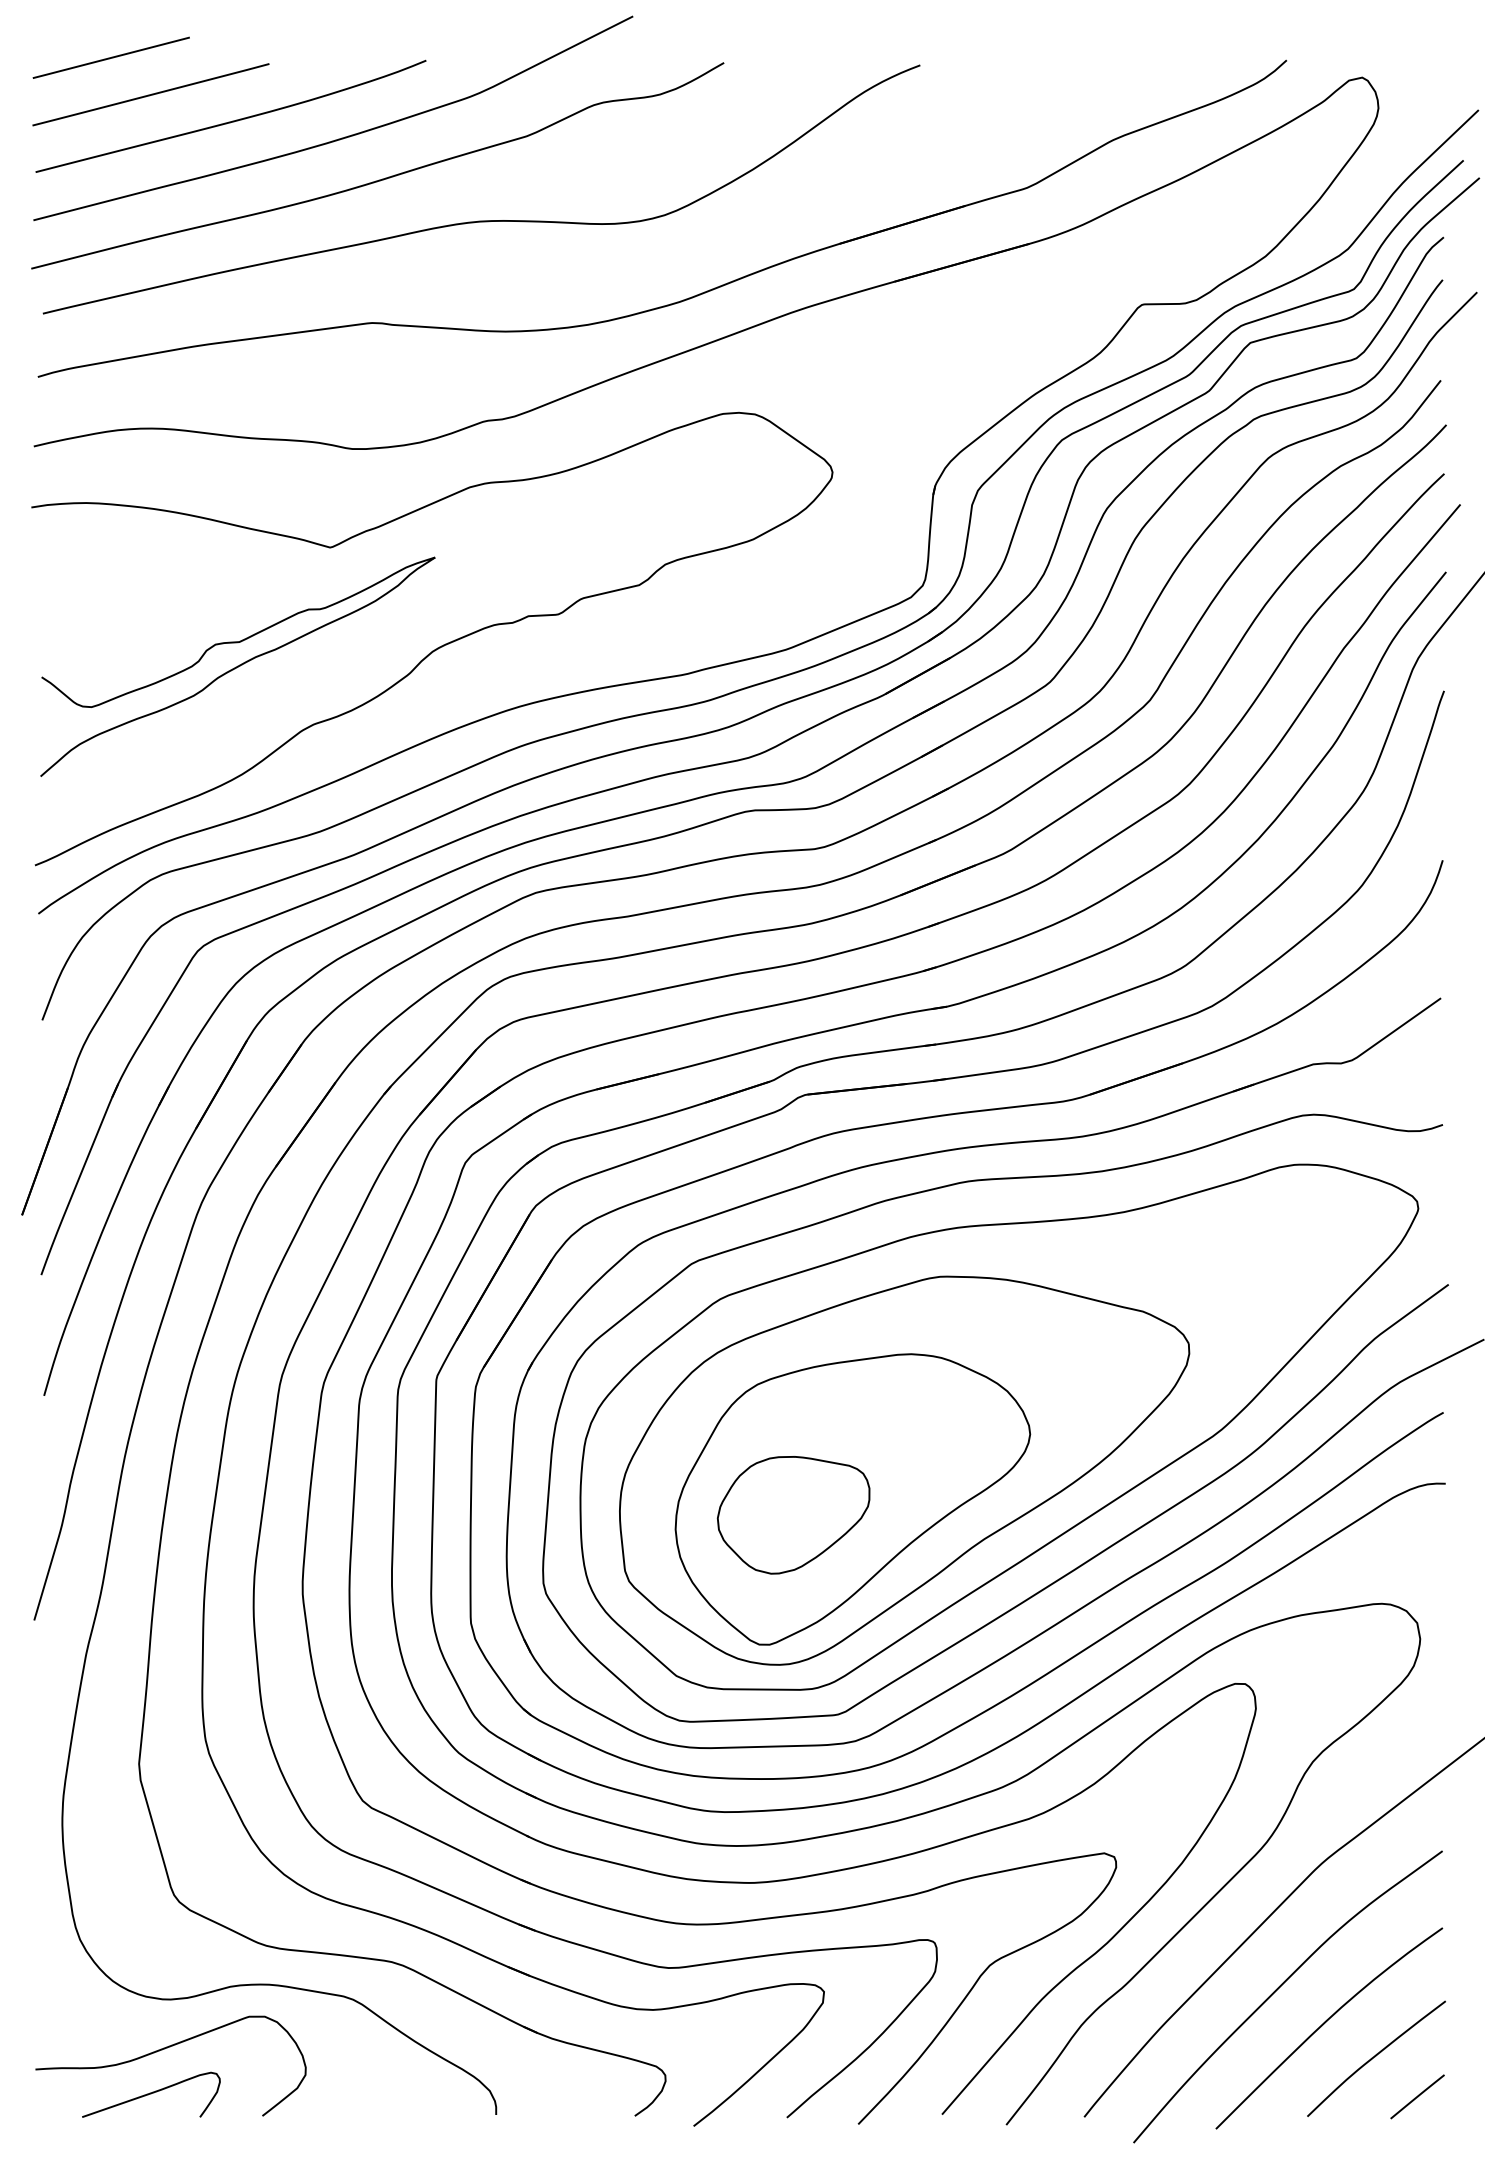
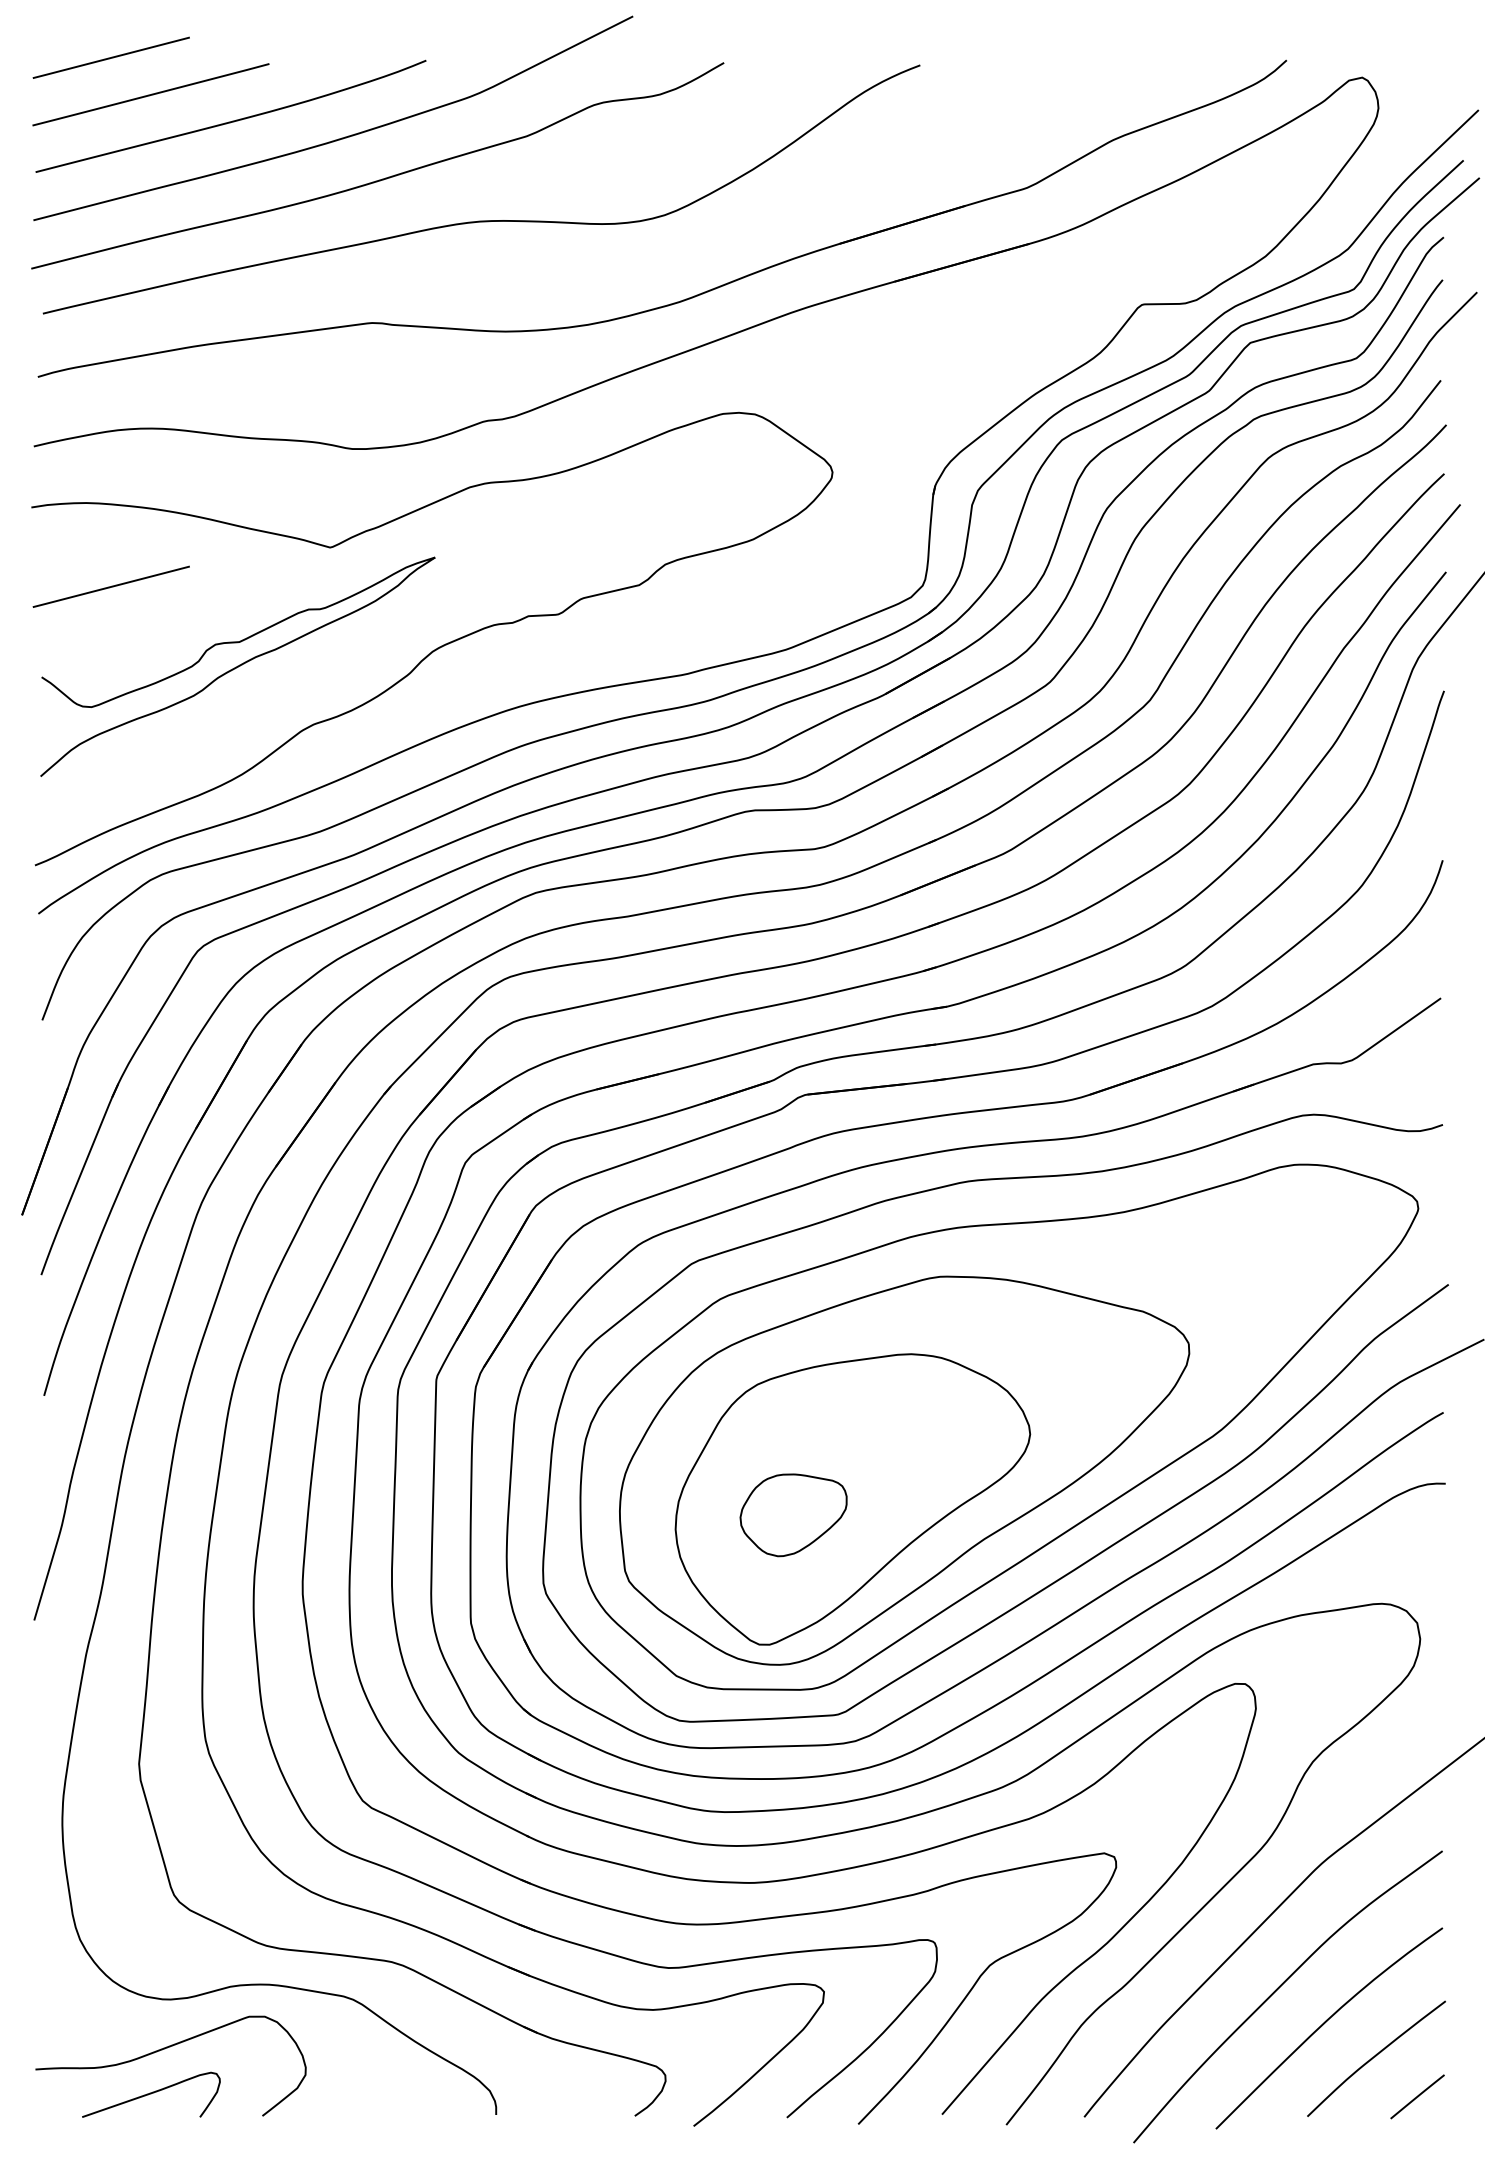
line at (110, 586): none -> present
part at (793, 1515) size: 155x119 px -> 109x85 px
